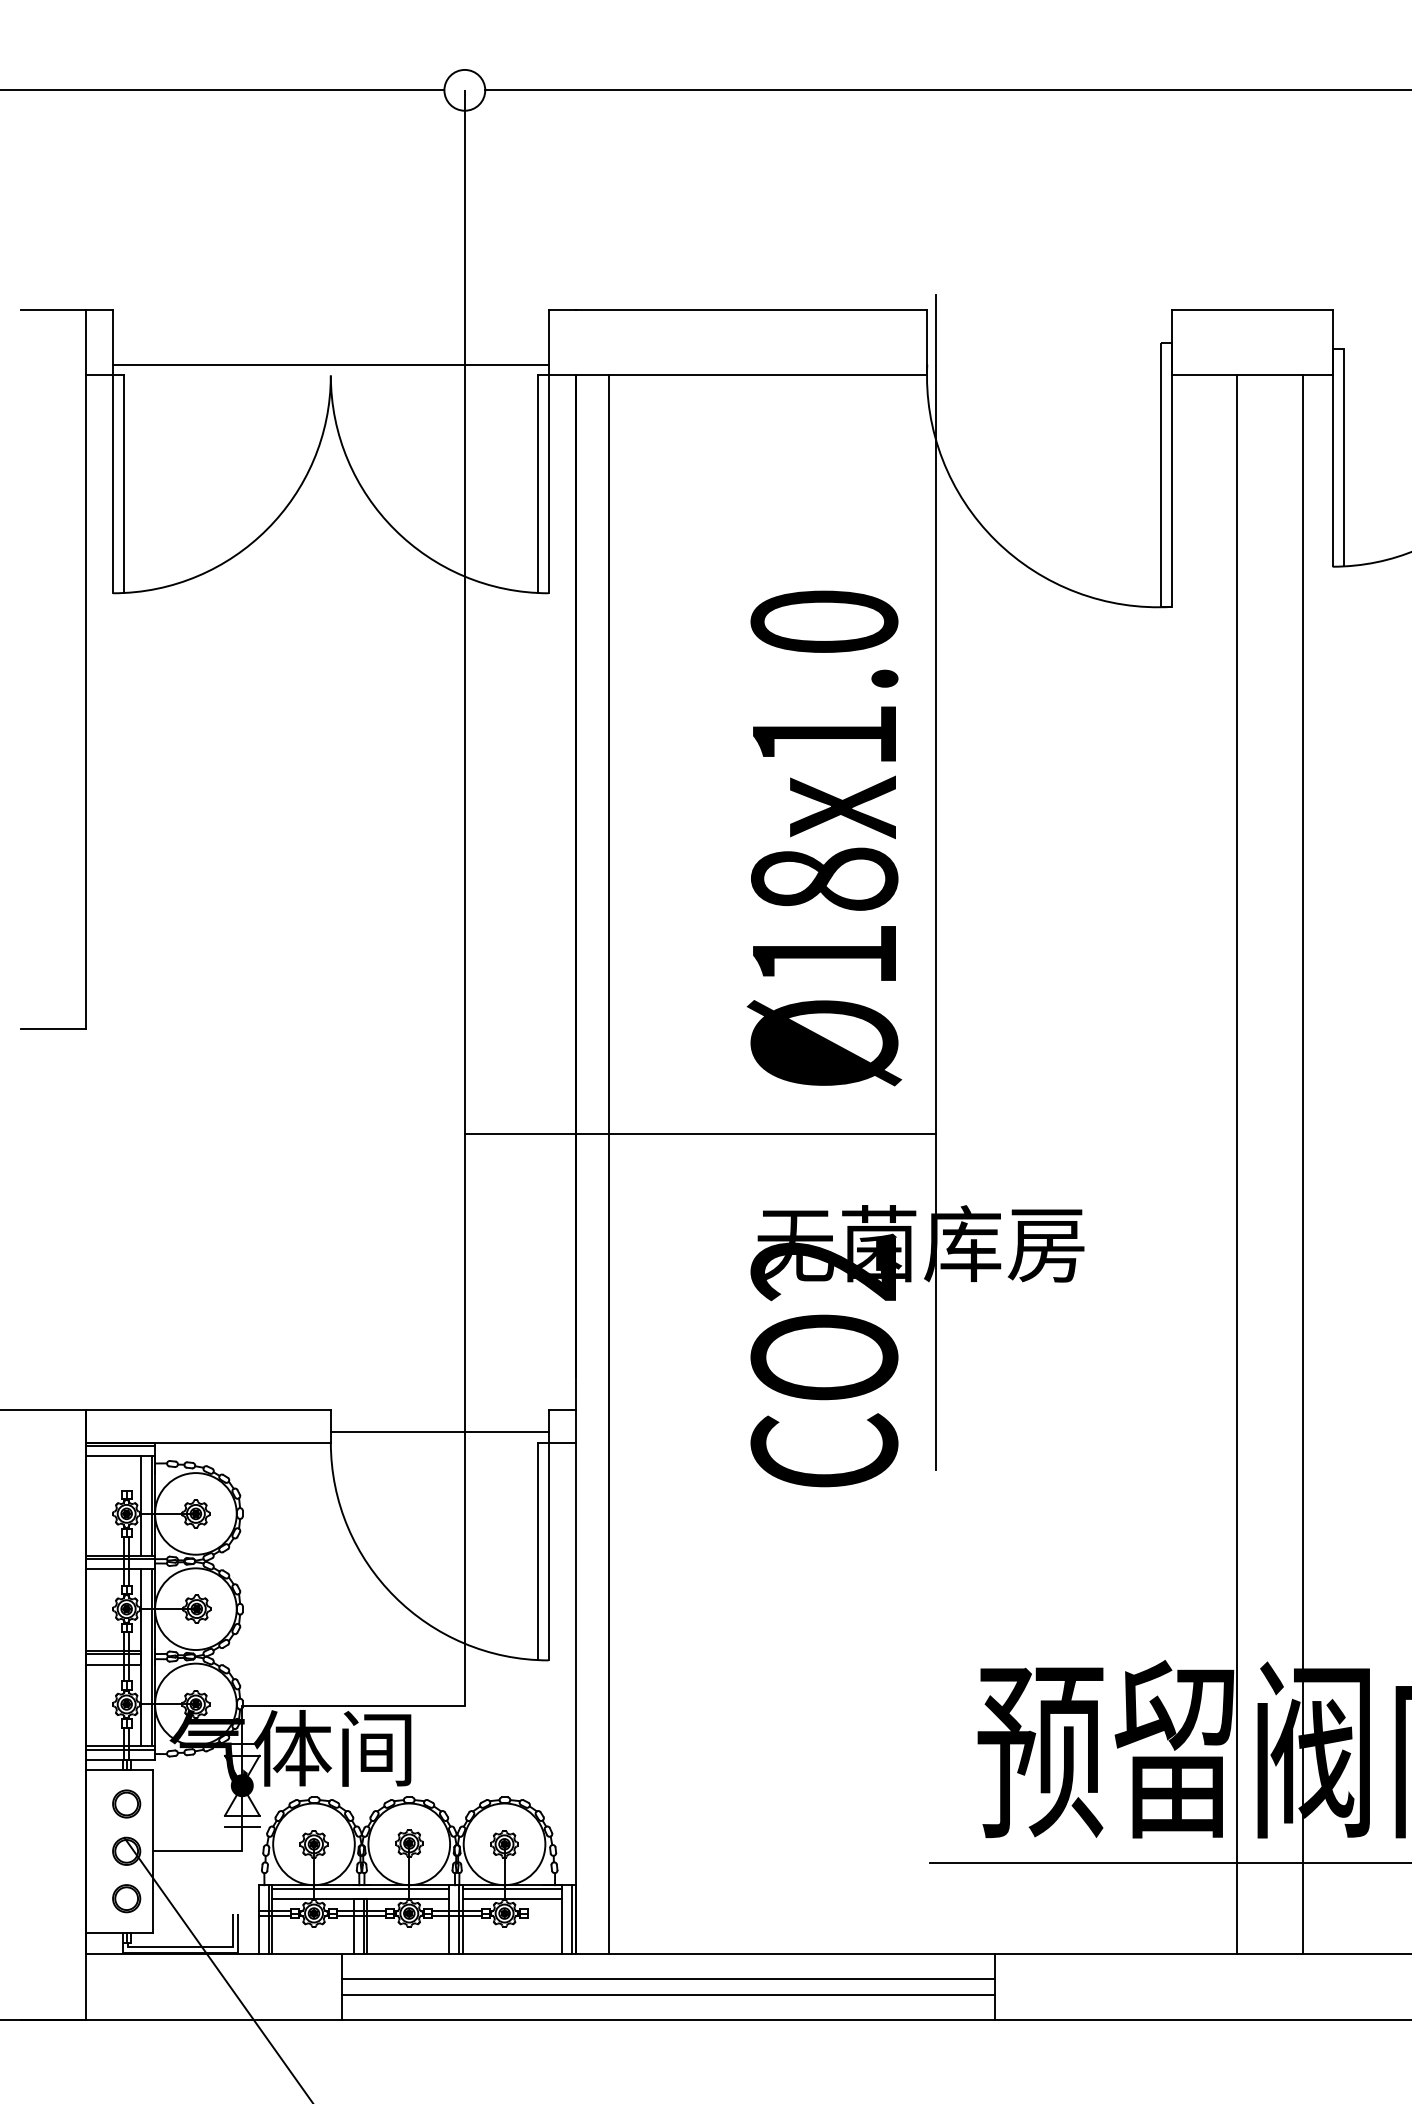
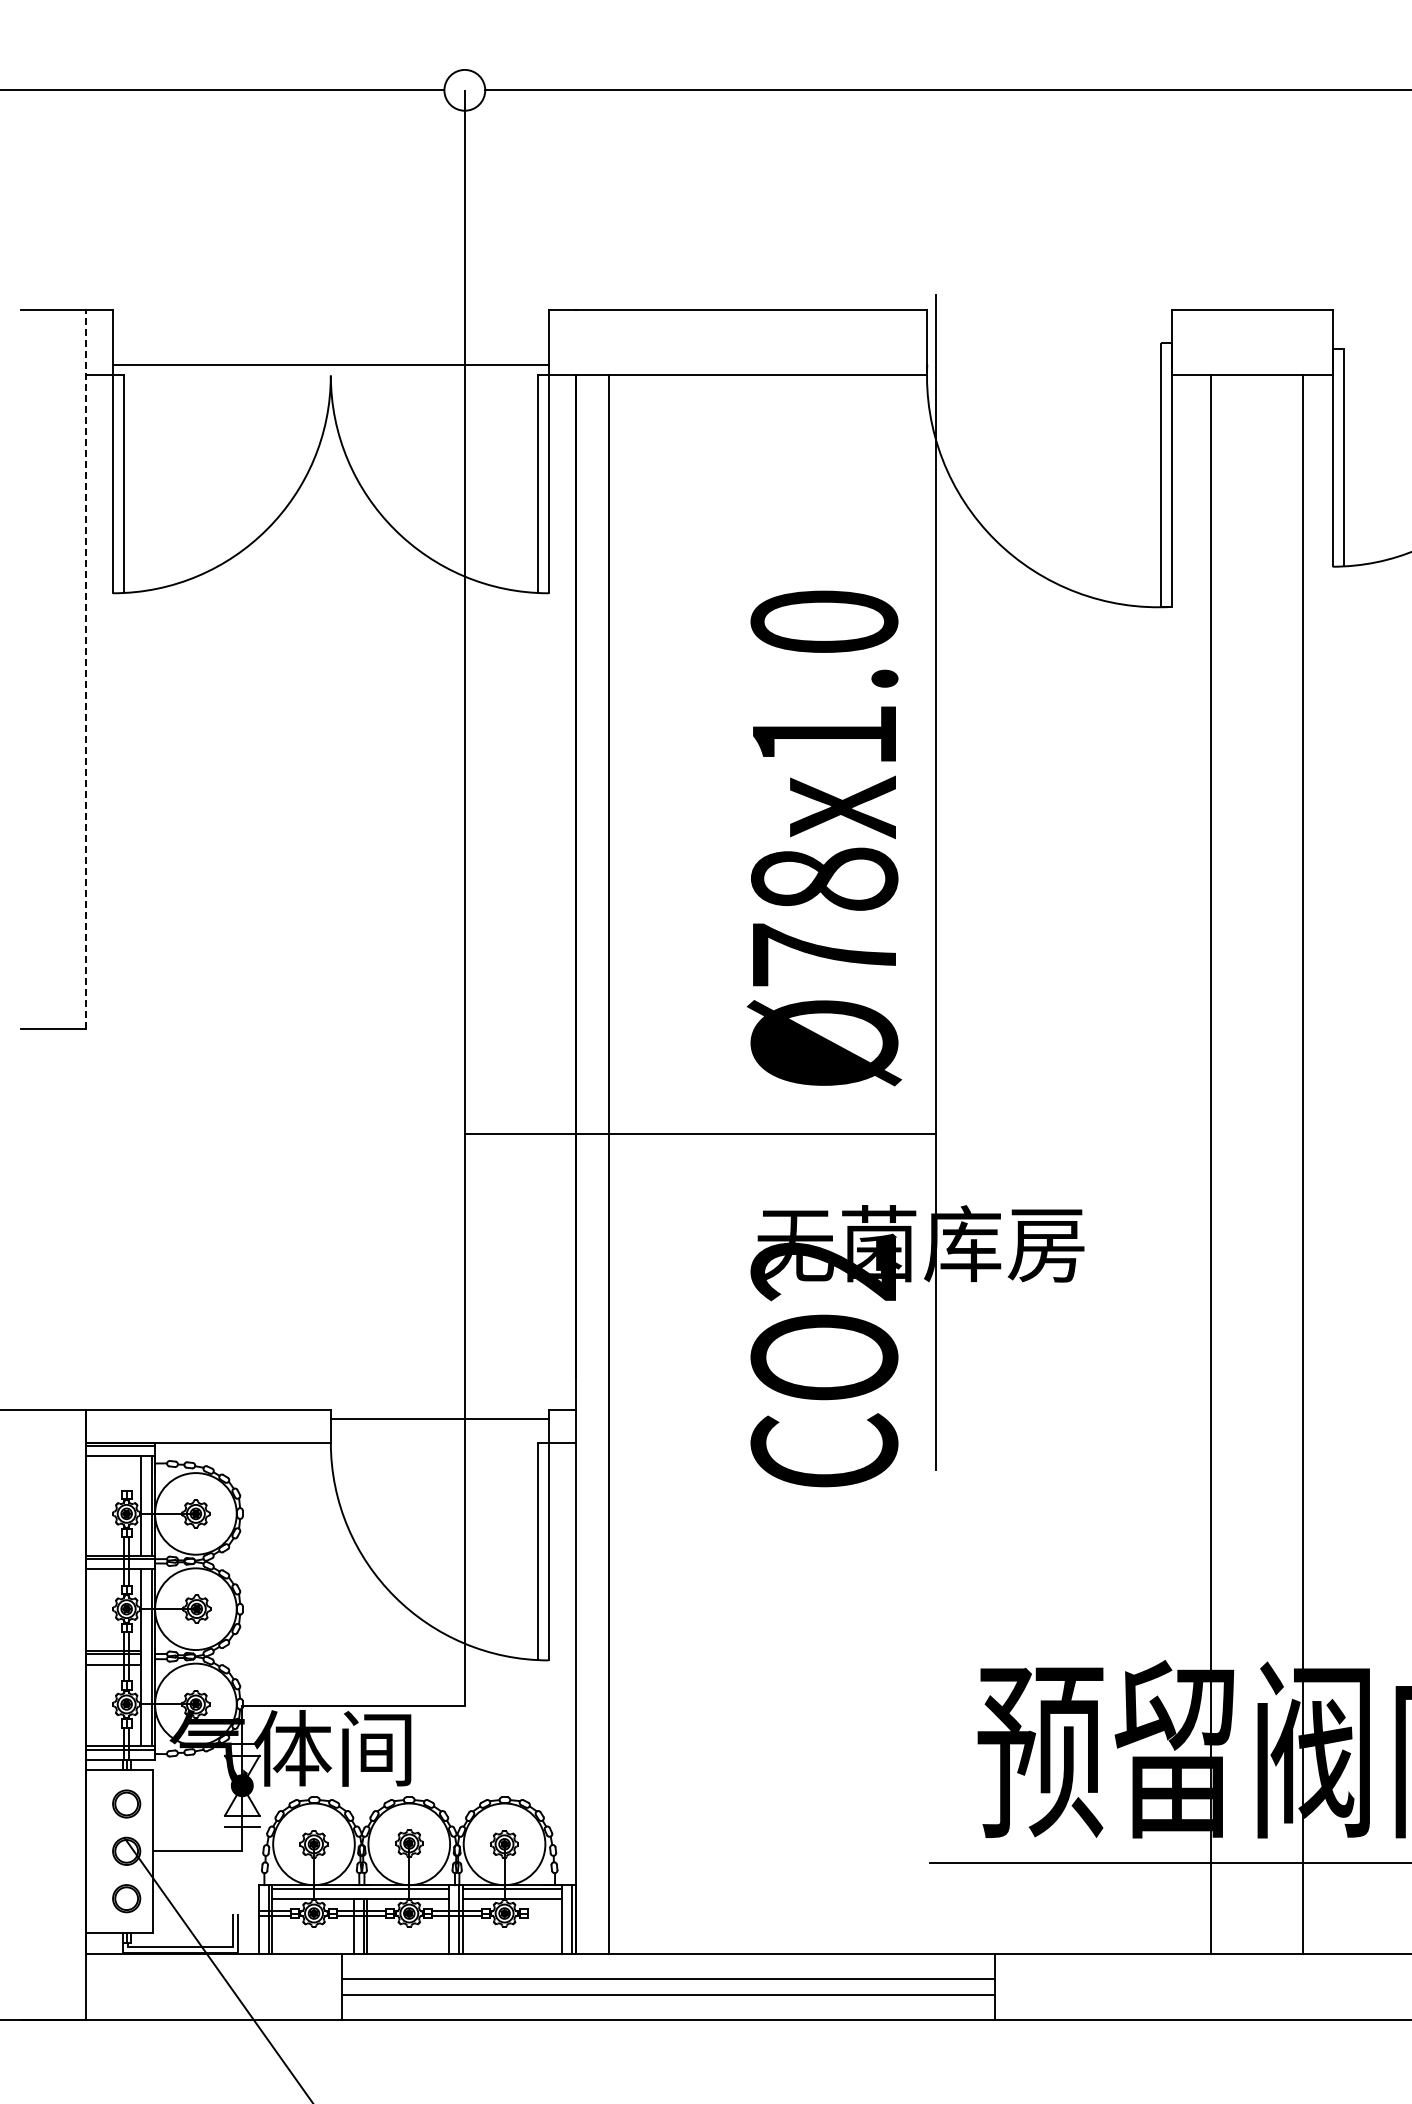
line at (85, 669): solid -> dashed
text at (824, 954): Ø18x1.0 -> Ø78x1.0
line at (1237, 1164) position: (1237, 1164) -> (1211, 1164)
line at (439, 1431) position: (439, 1431) -> (439, 1418)
